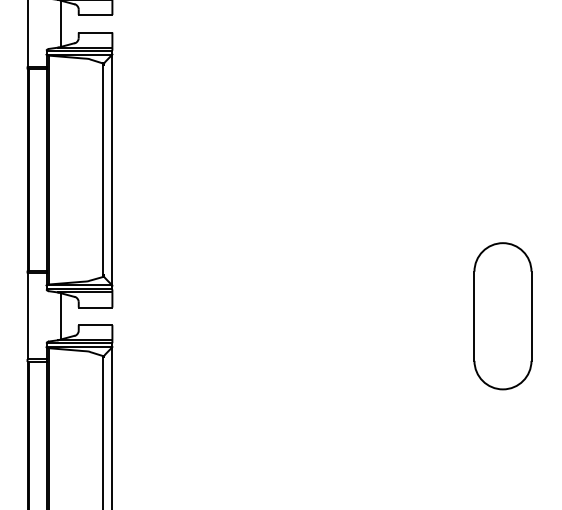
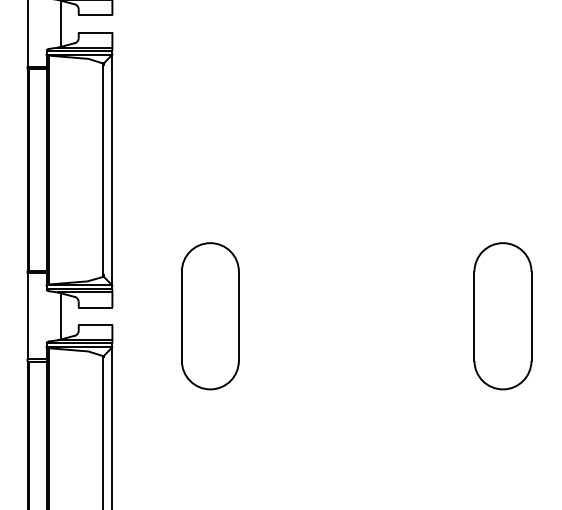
part at (210, 316): none -> present
